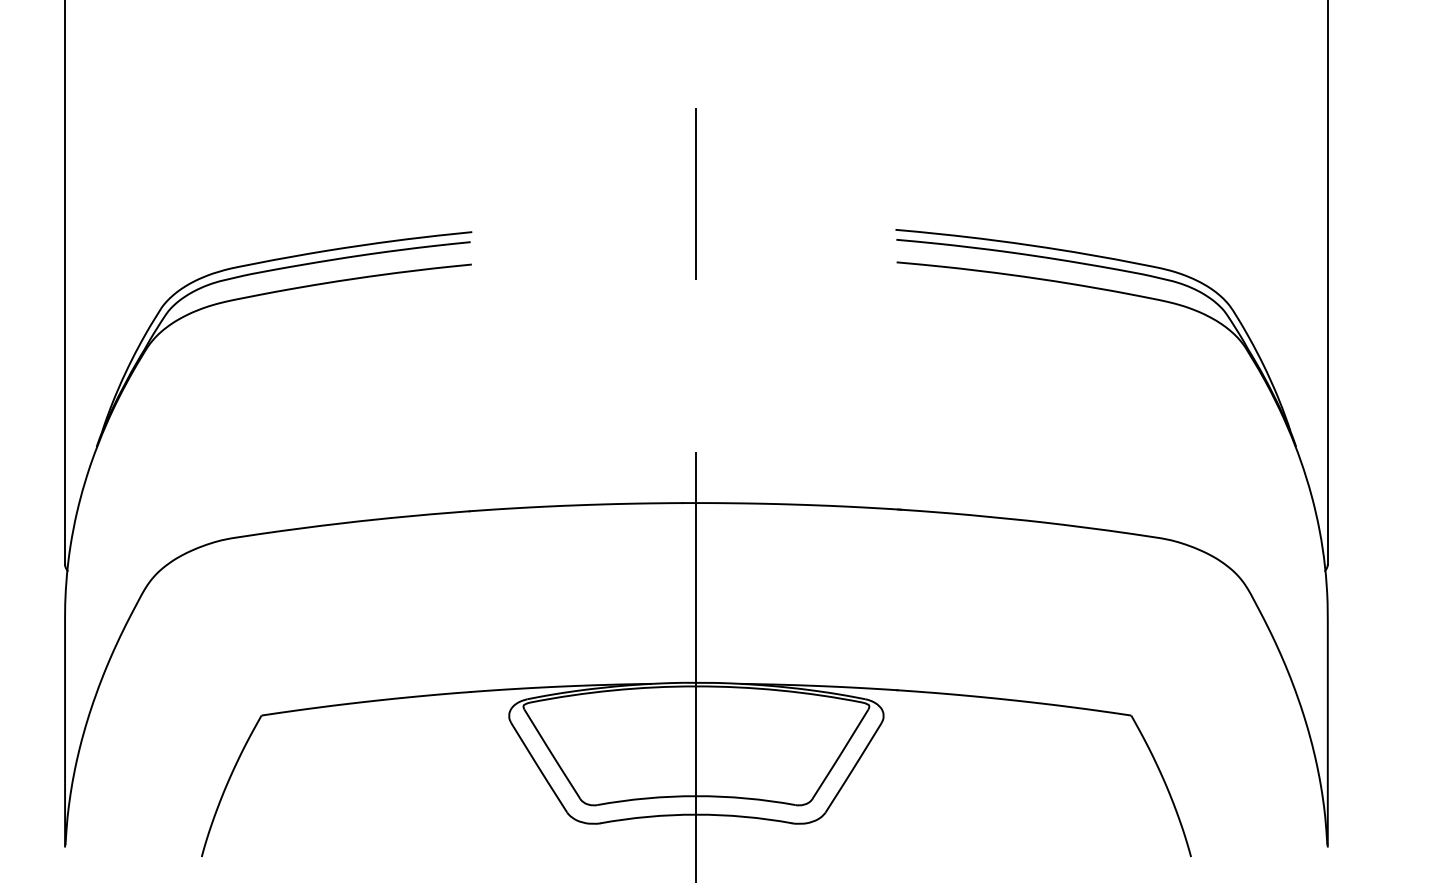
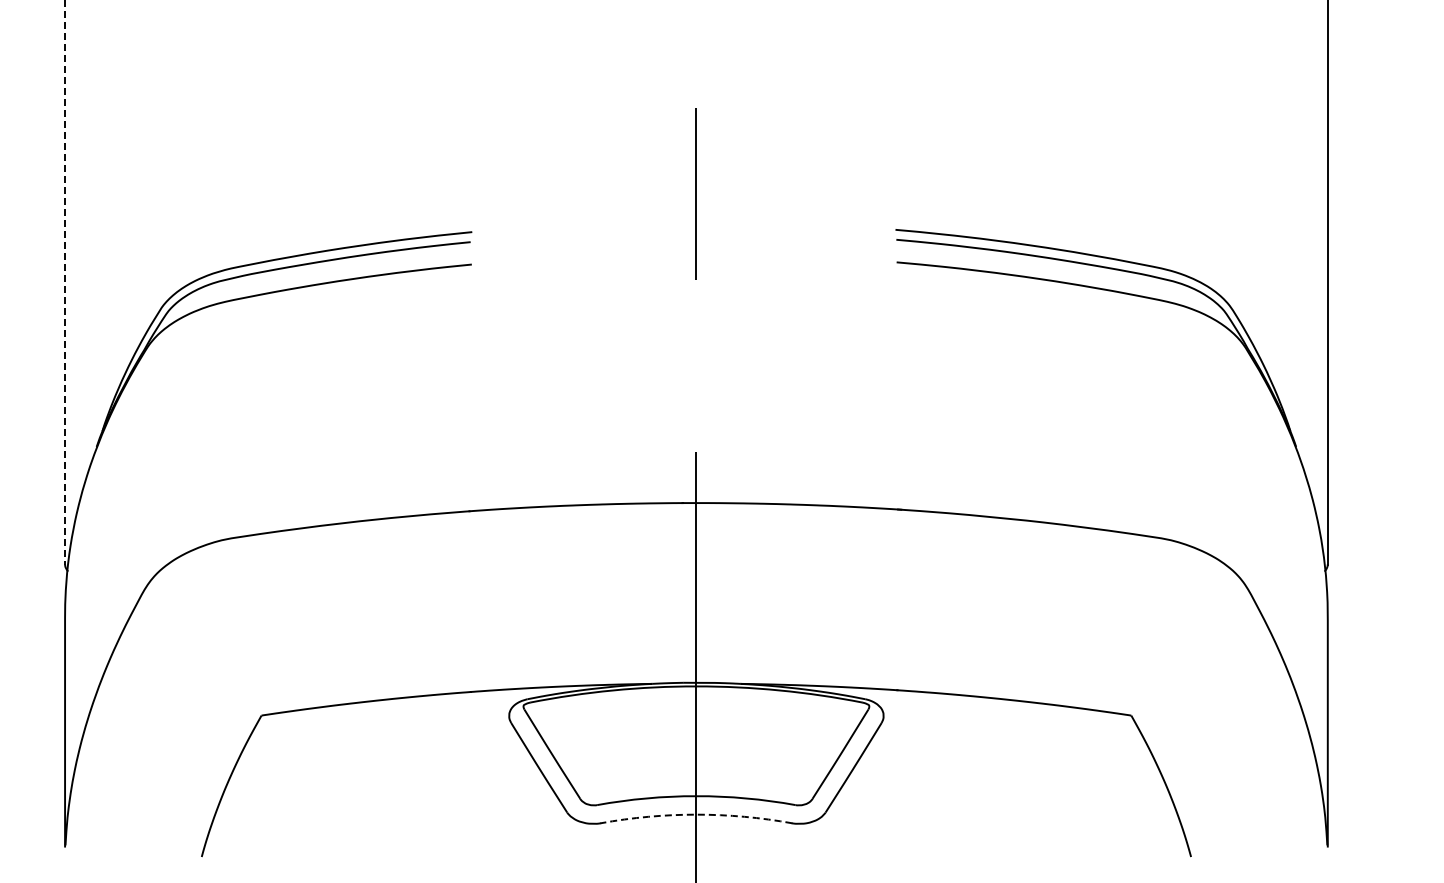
line at (65, 282): solid -> dashed
arc at (696, 814): solid -> dashed
